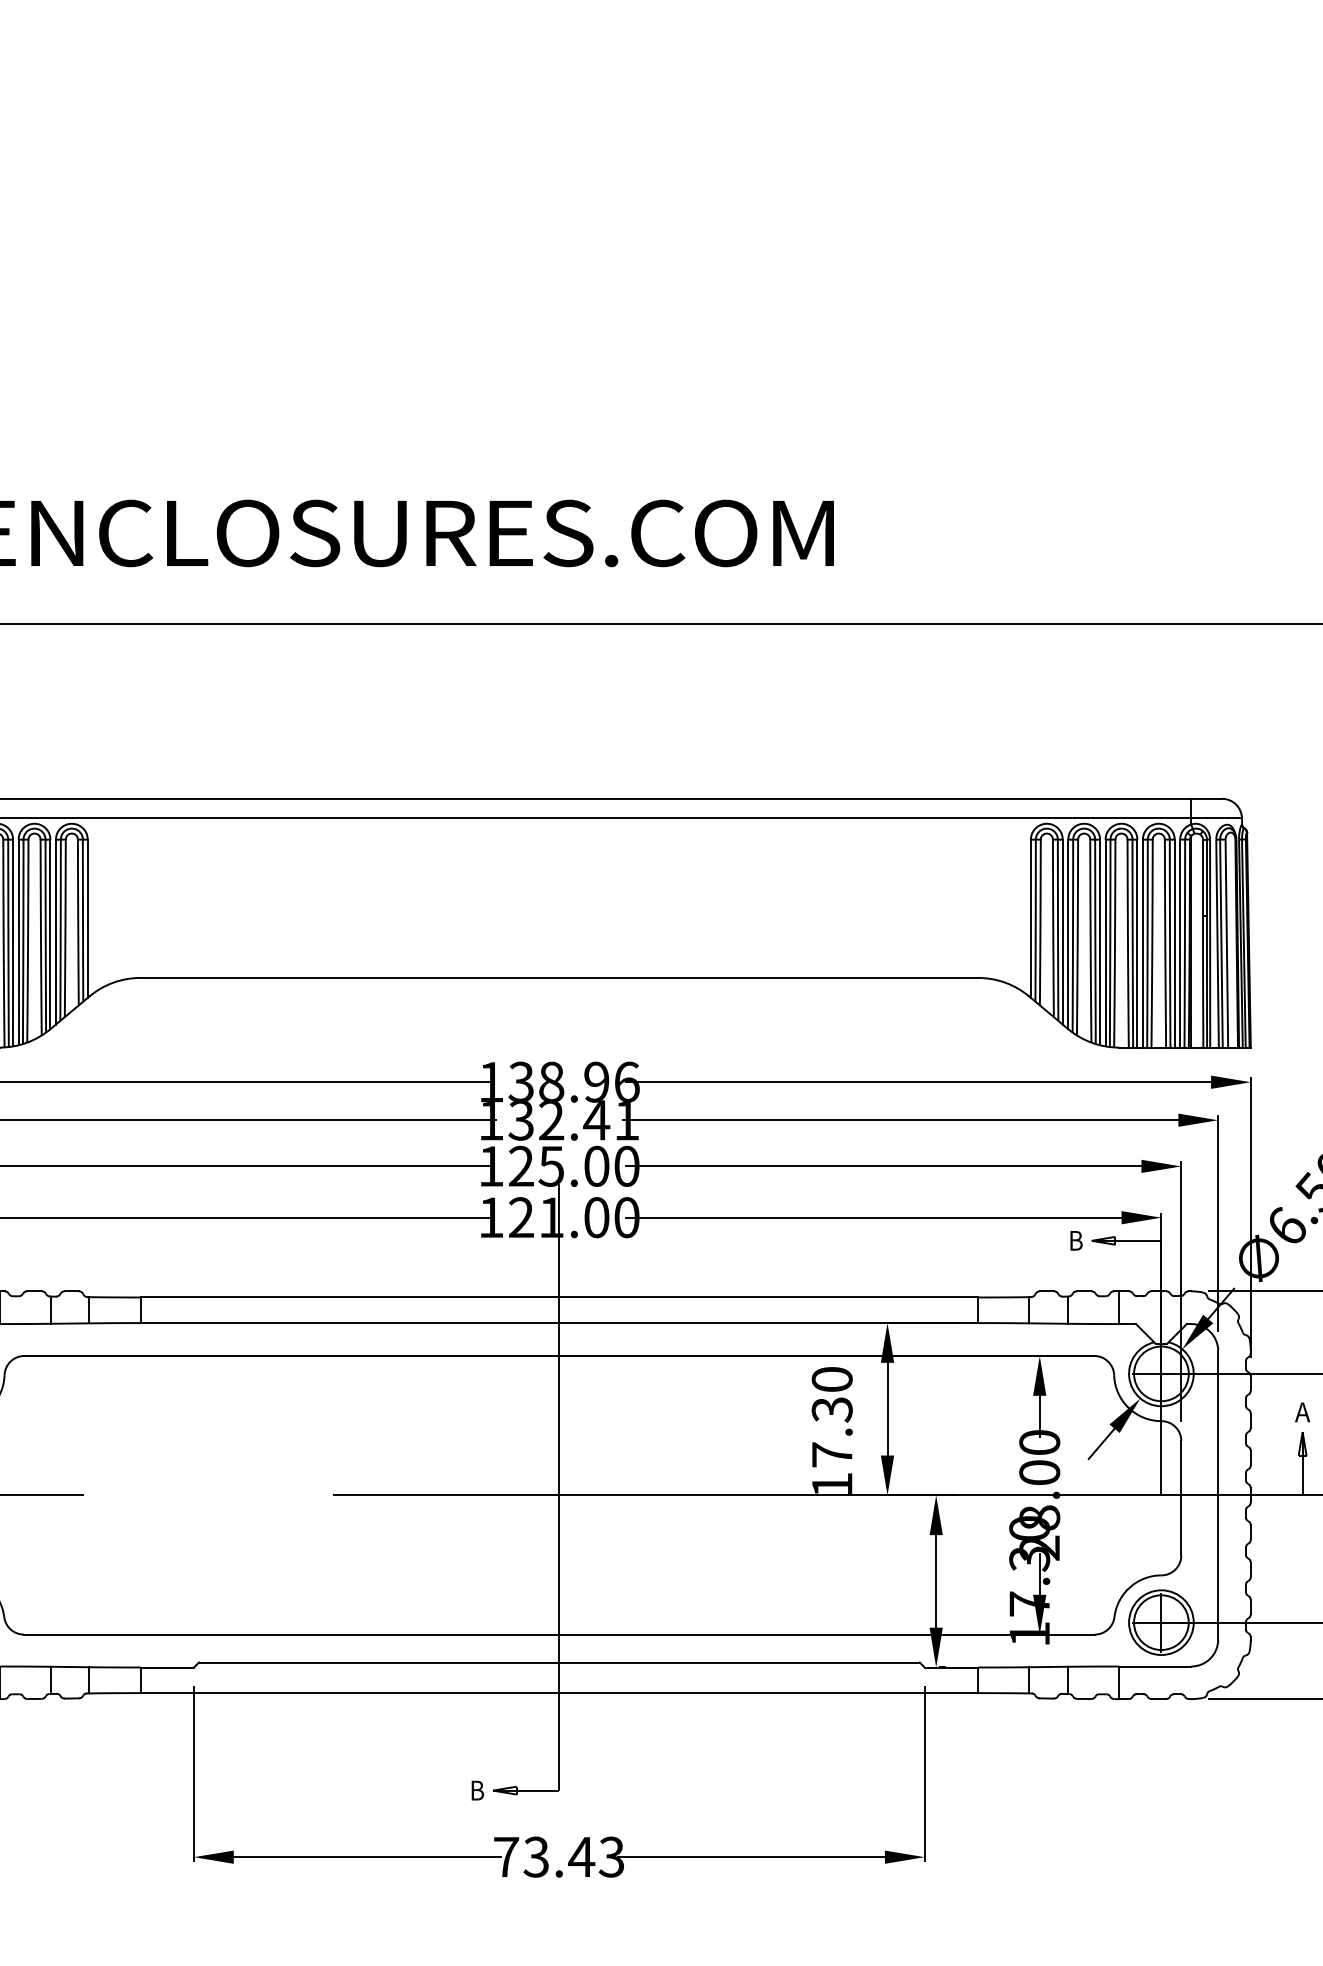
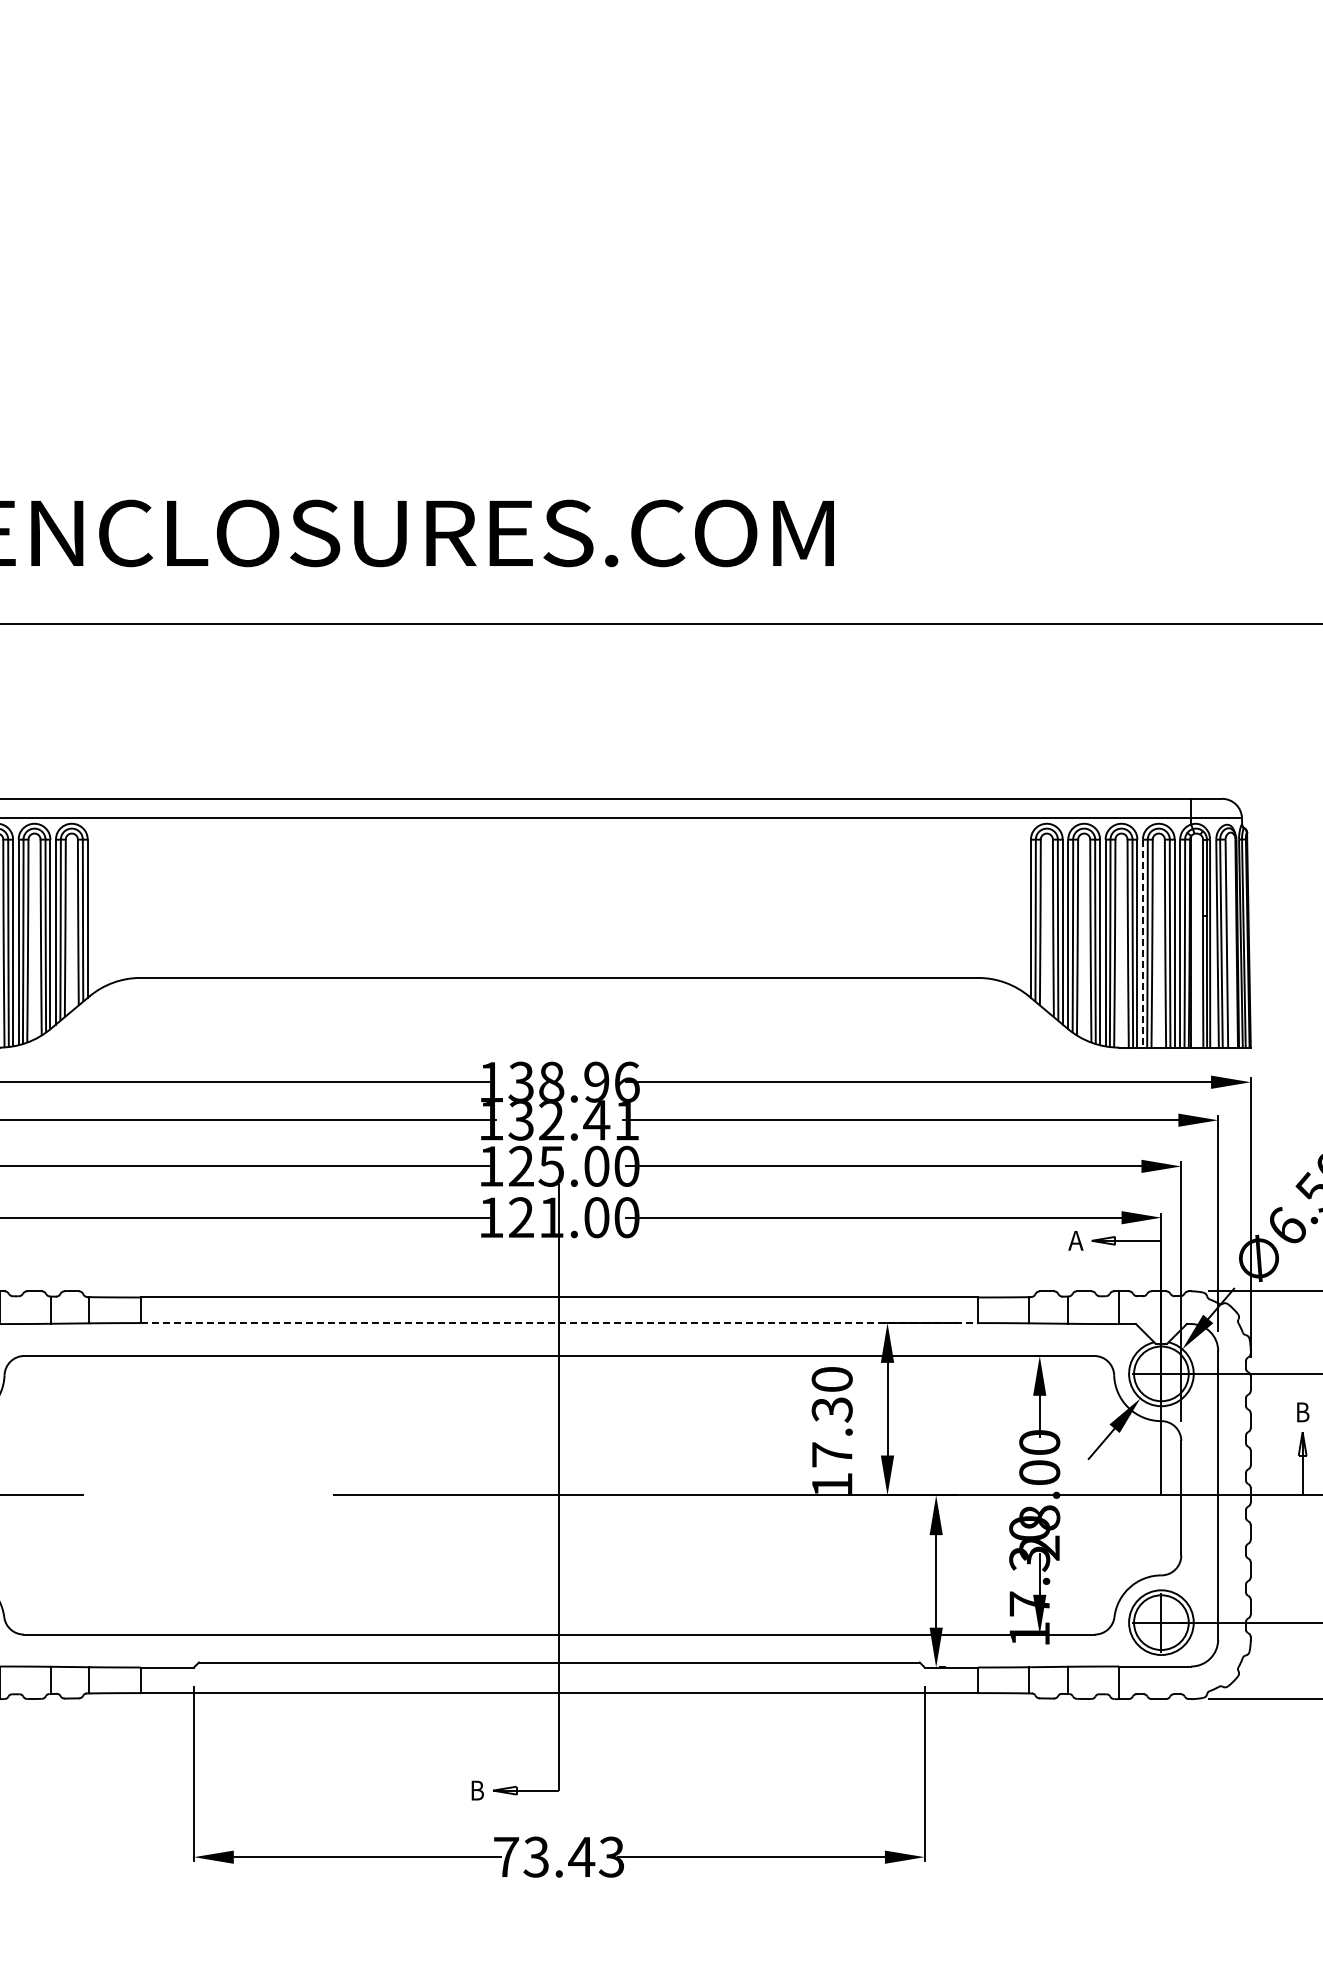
line at (1142, 943): solid -> dashed
text at (1075, 1240): B -> A
line at (559, 1323): solid -> dashed
text at (1302, 1412): A -> B
